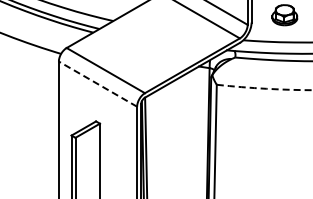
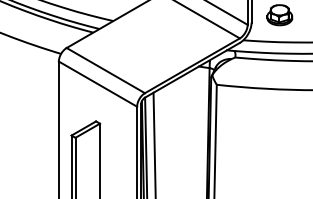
part at (284, 15) position: (284, 15) -> (279, 15)
line at (97, 83): dashed -> solid
arc at (265, 88): dashed -> solid
line at (154, 143): none -> present
